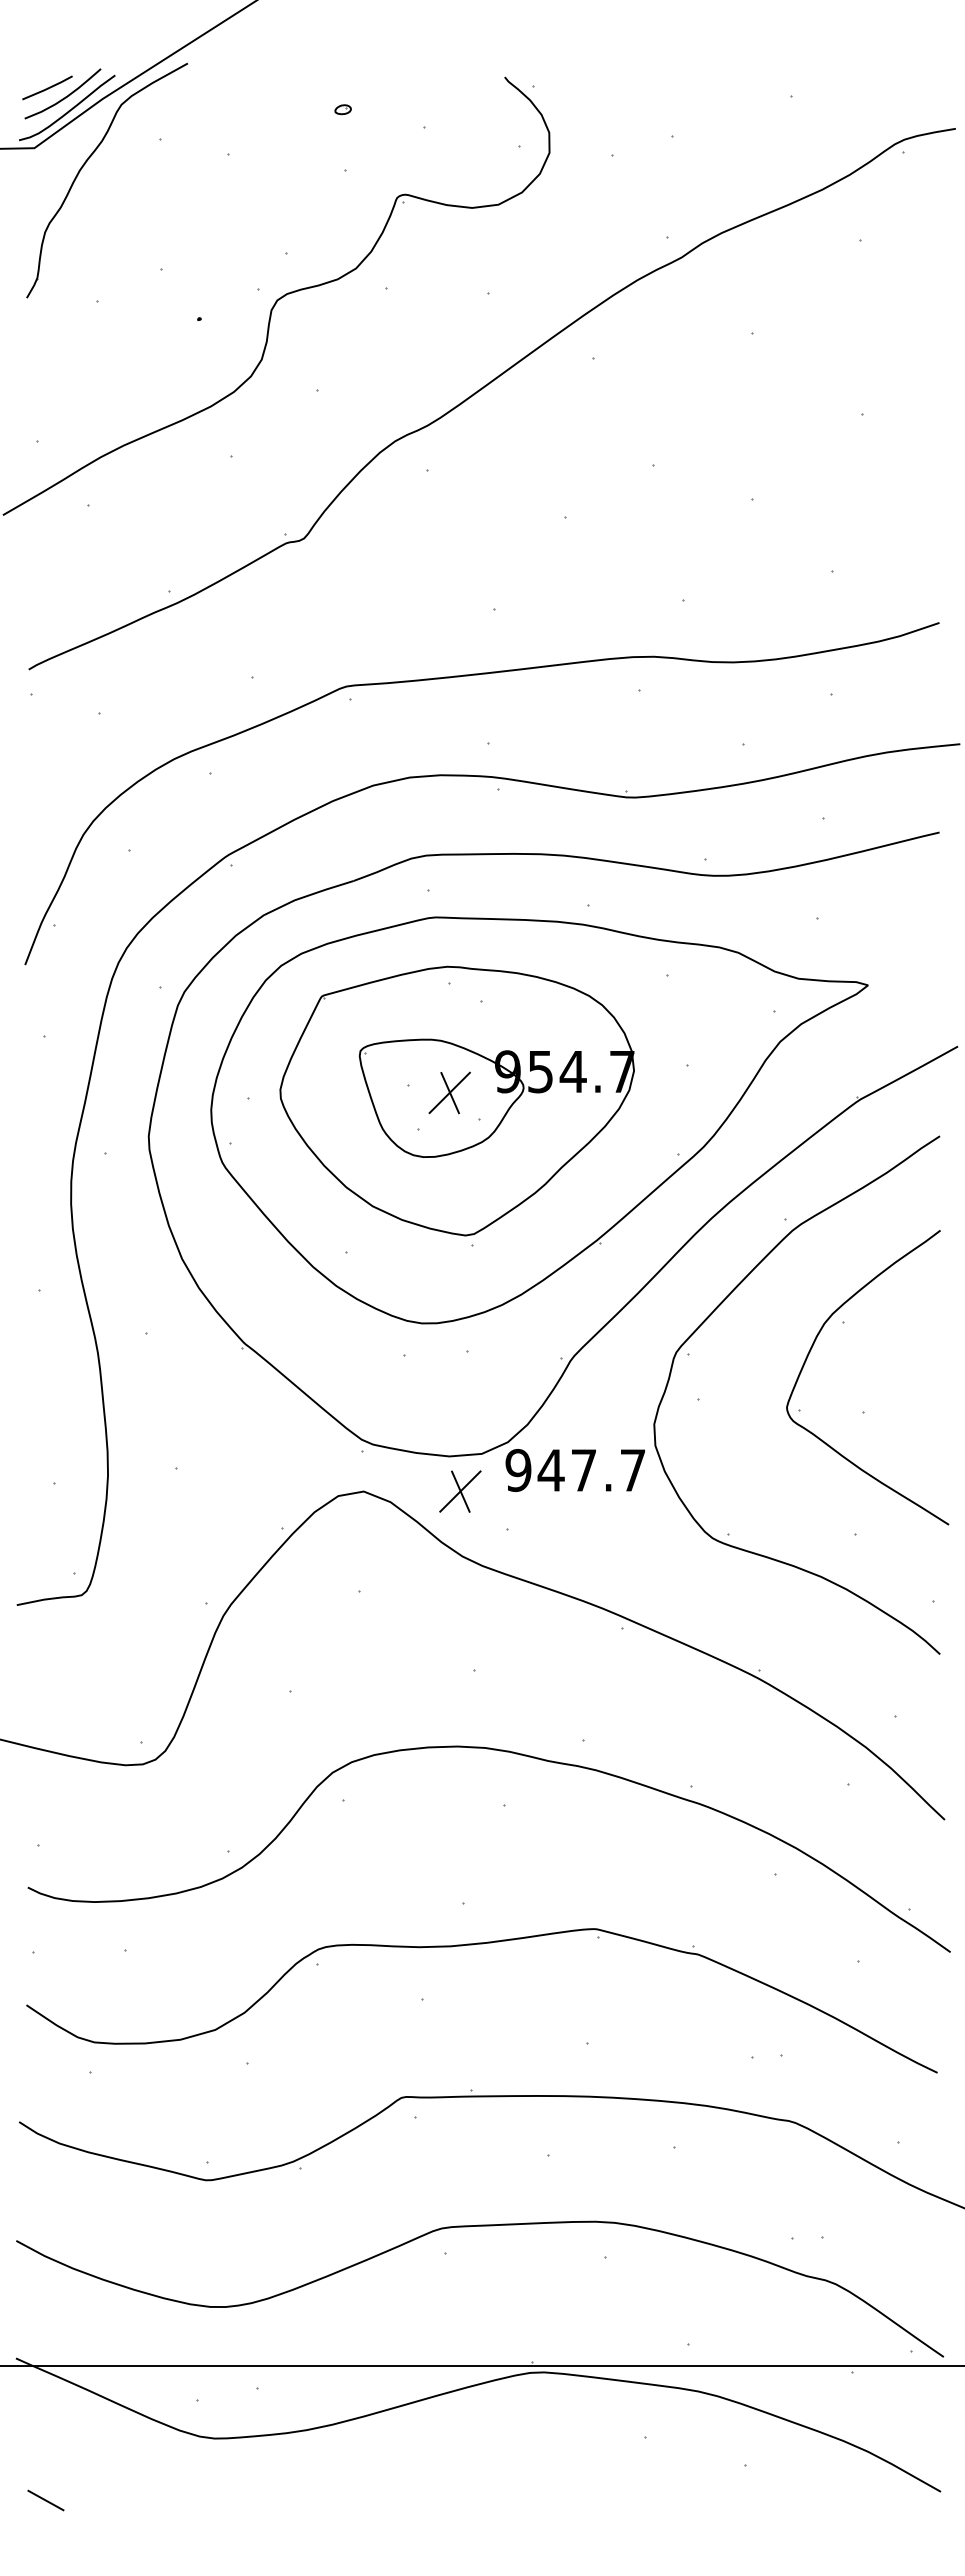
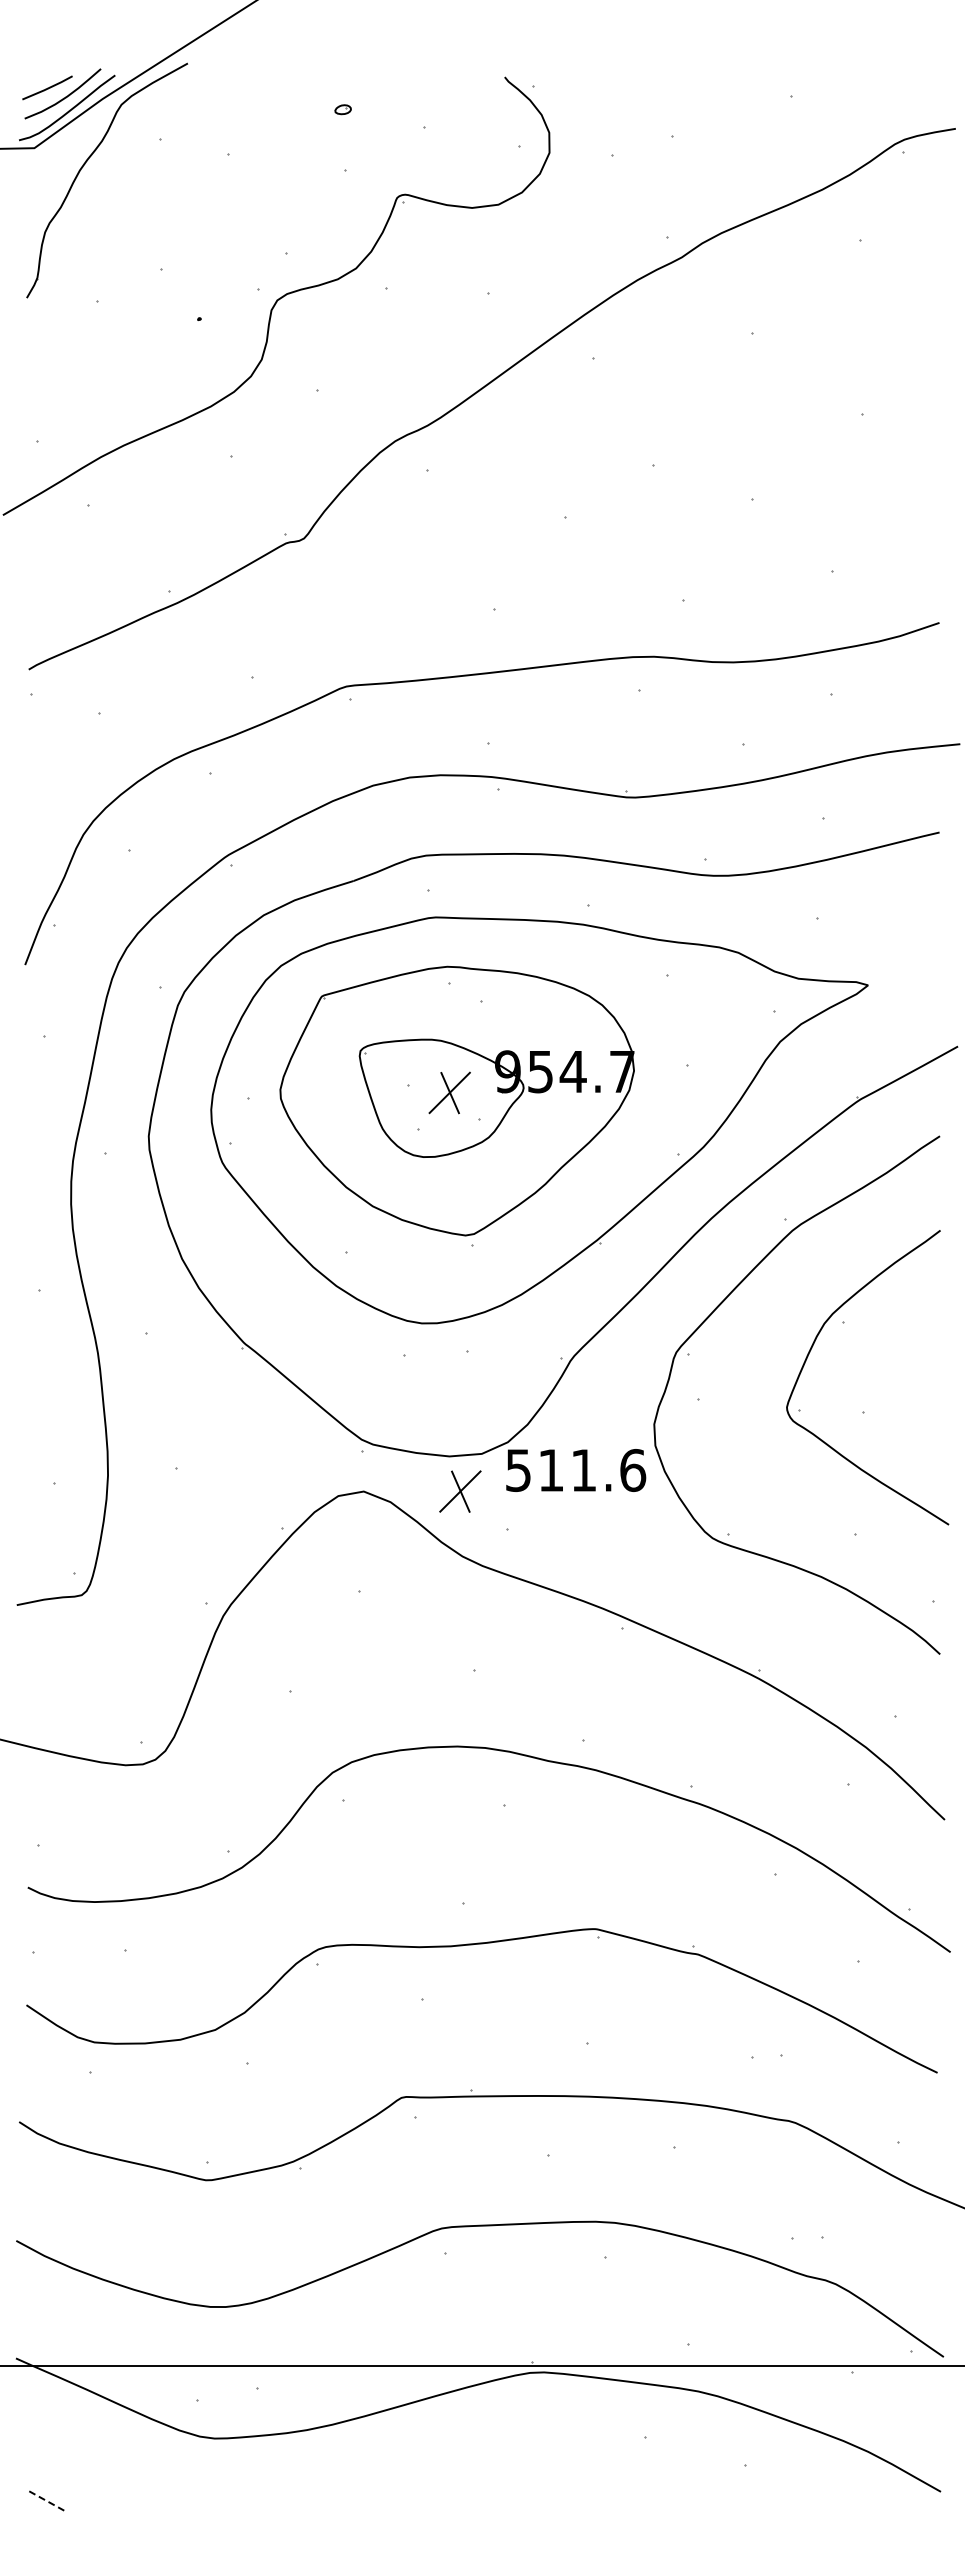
text at (575, 1470): 947.7 -> 511.6
line at (45, 2500): solid -> dashed
